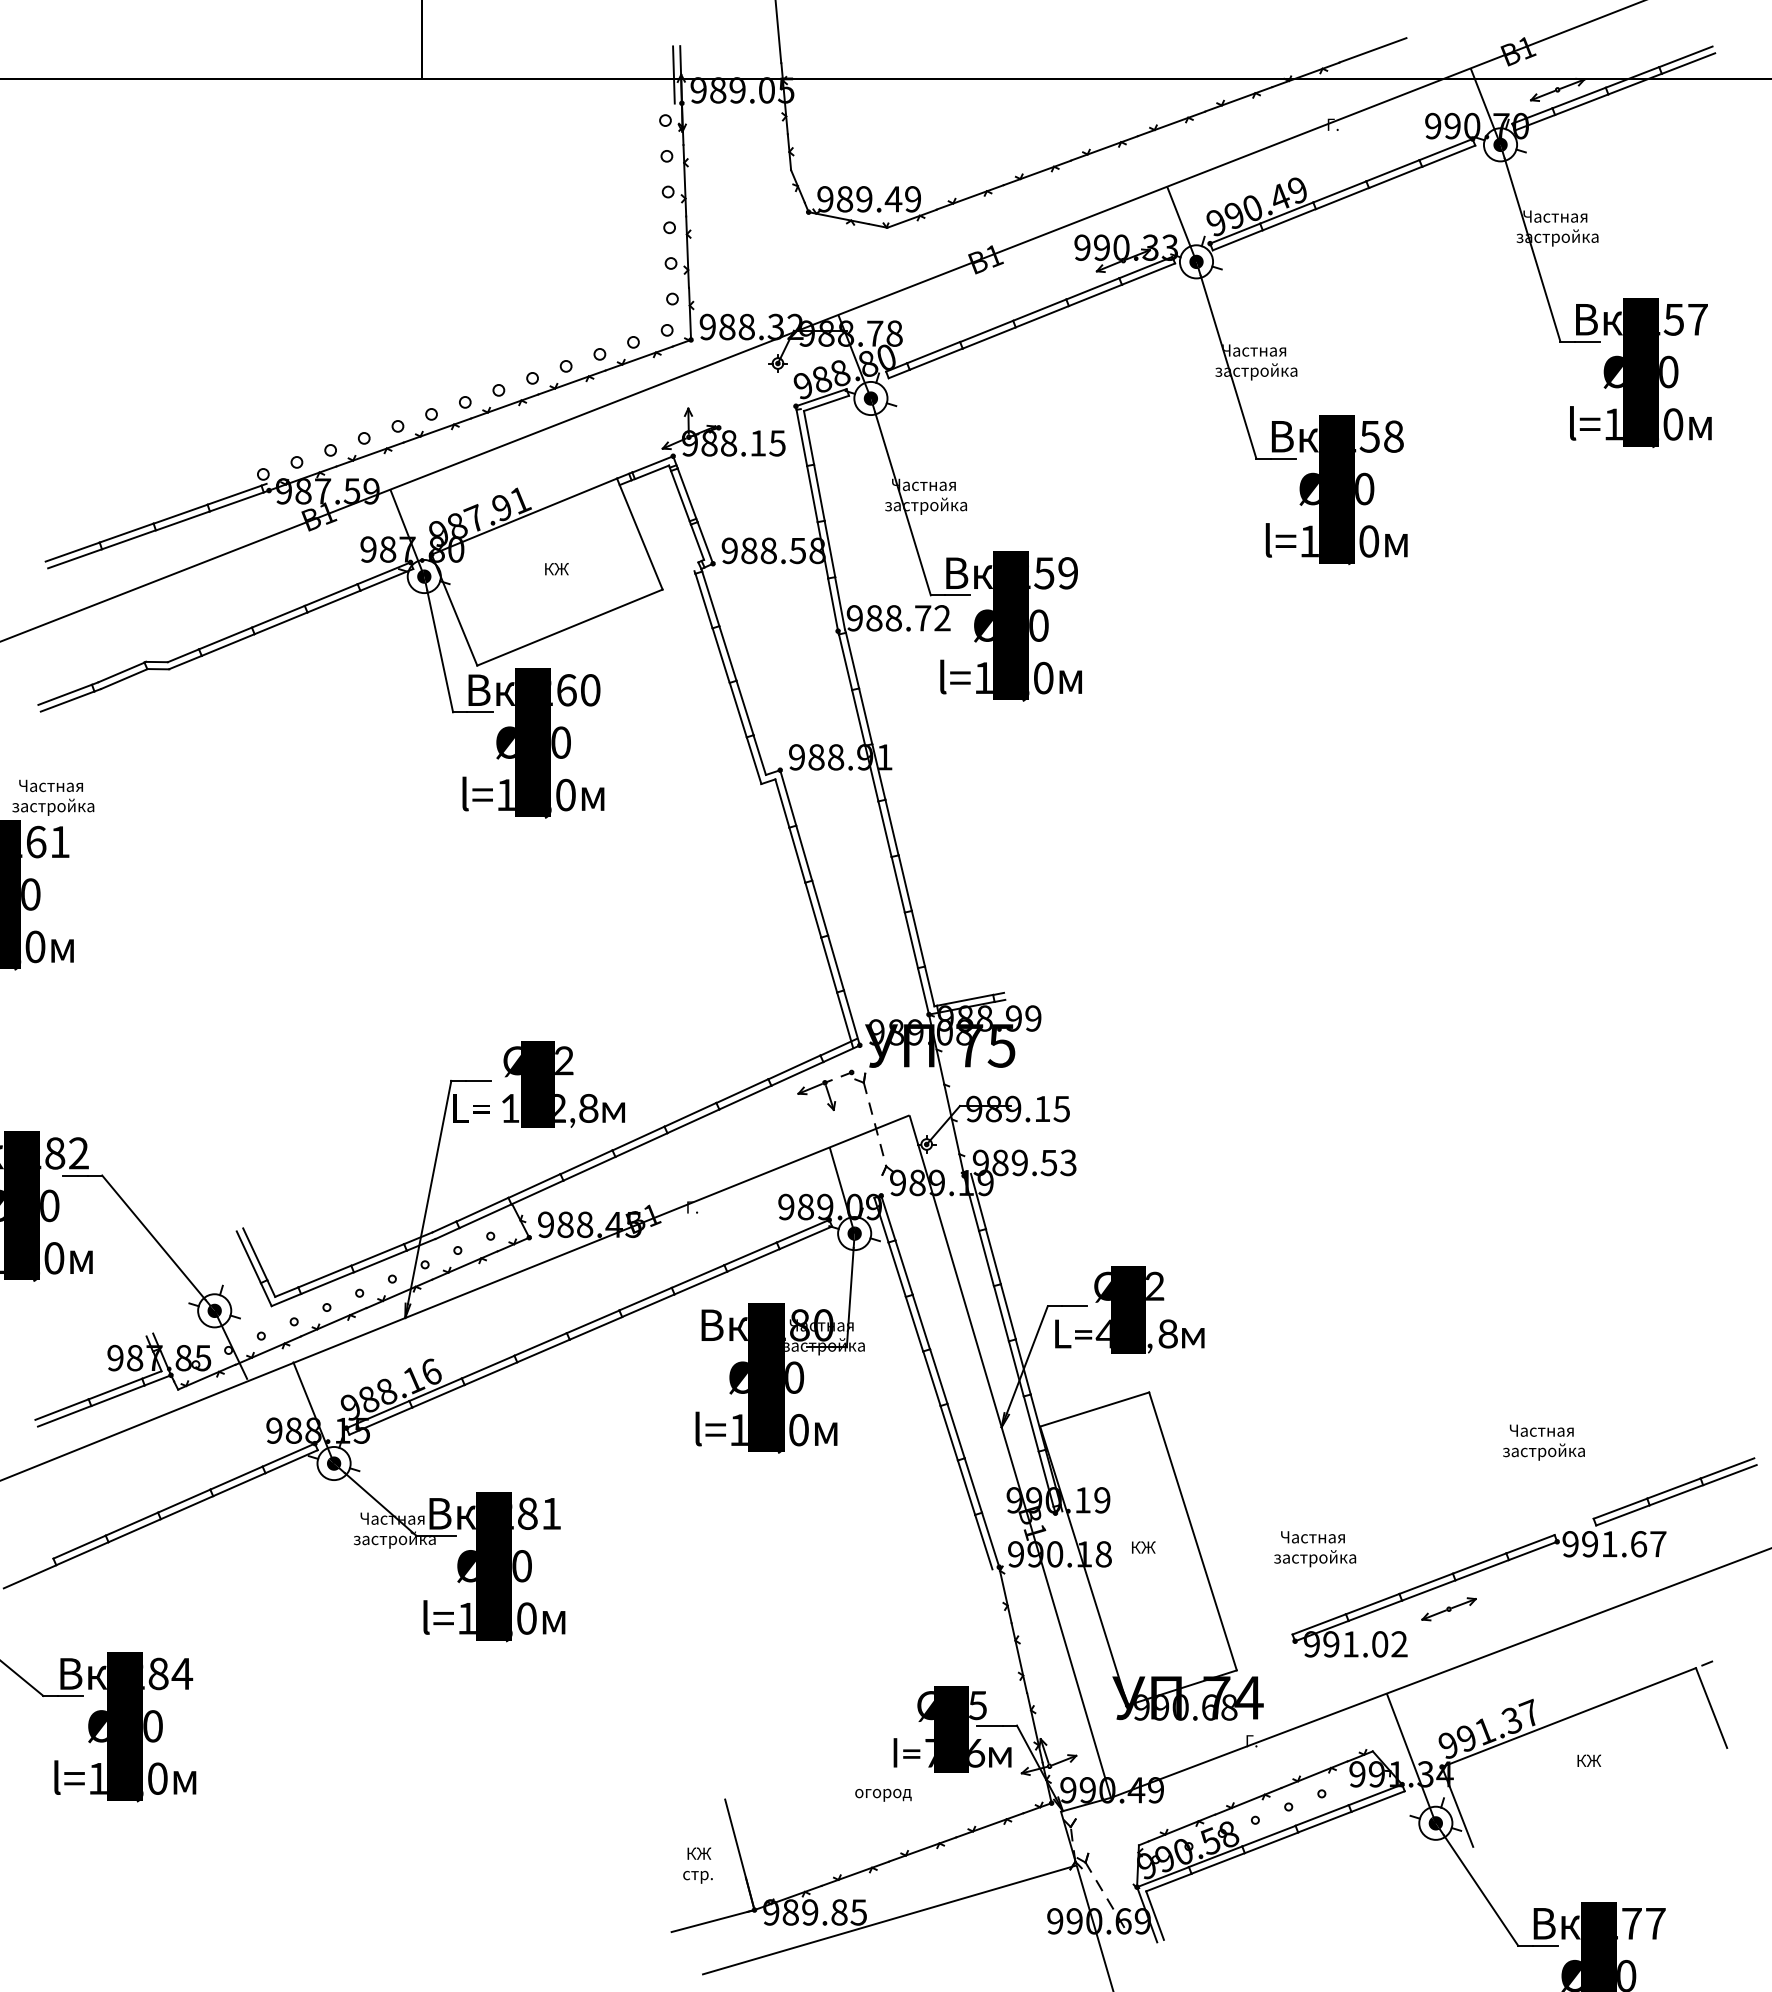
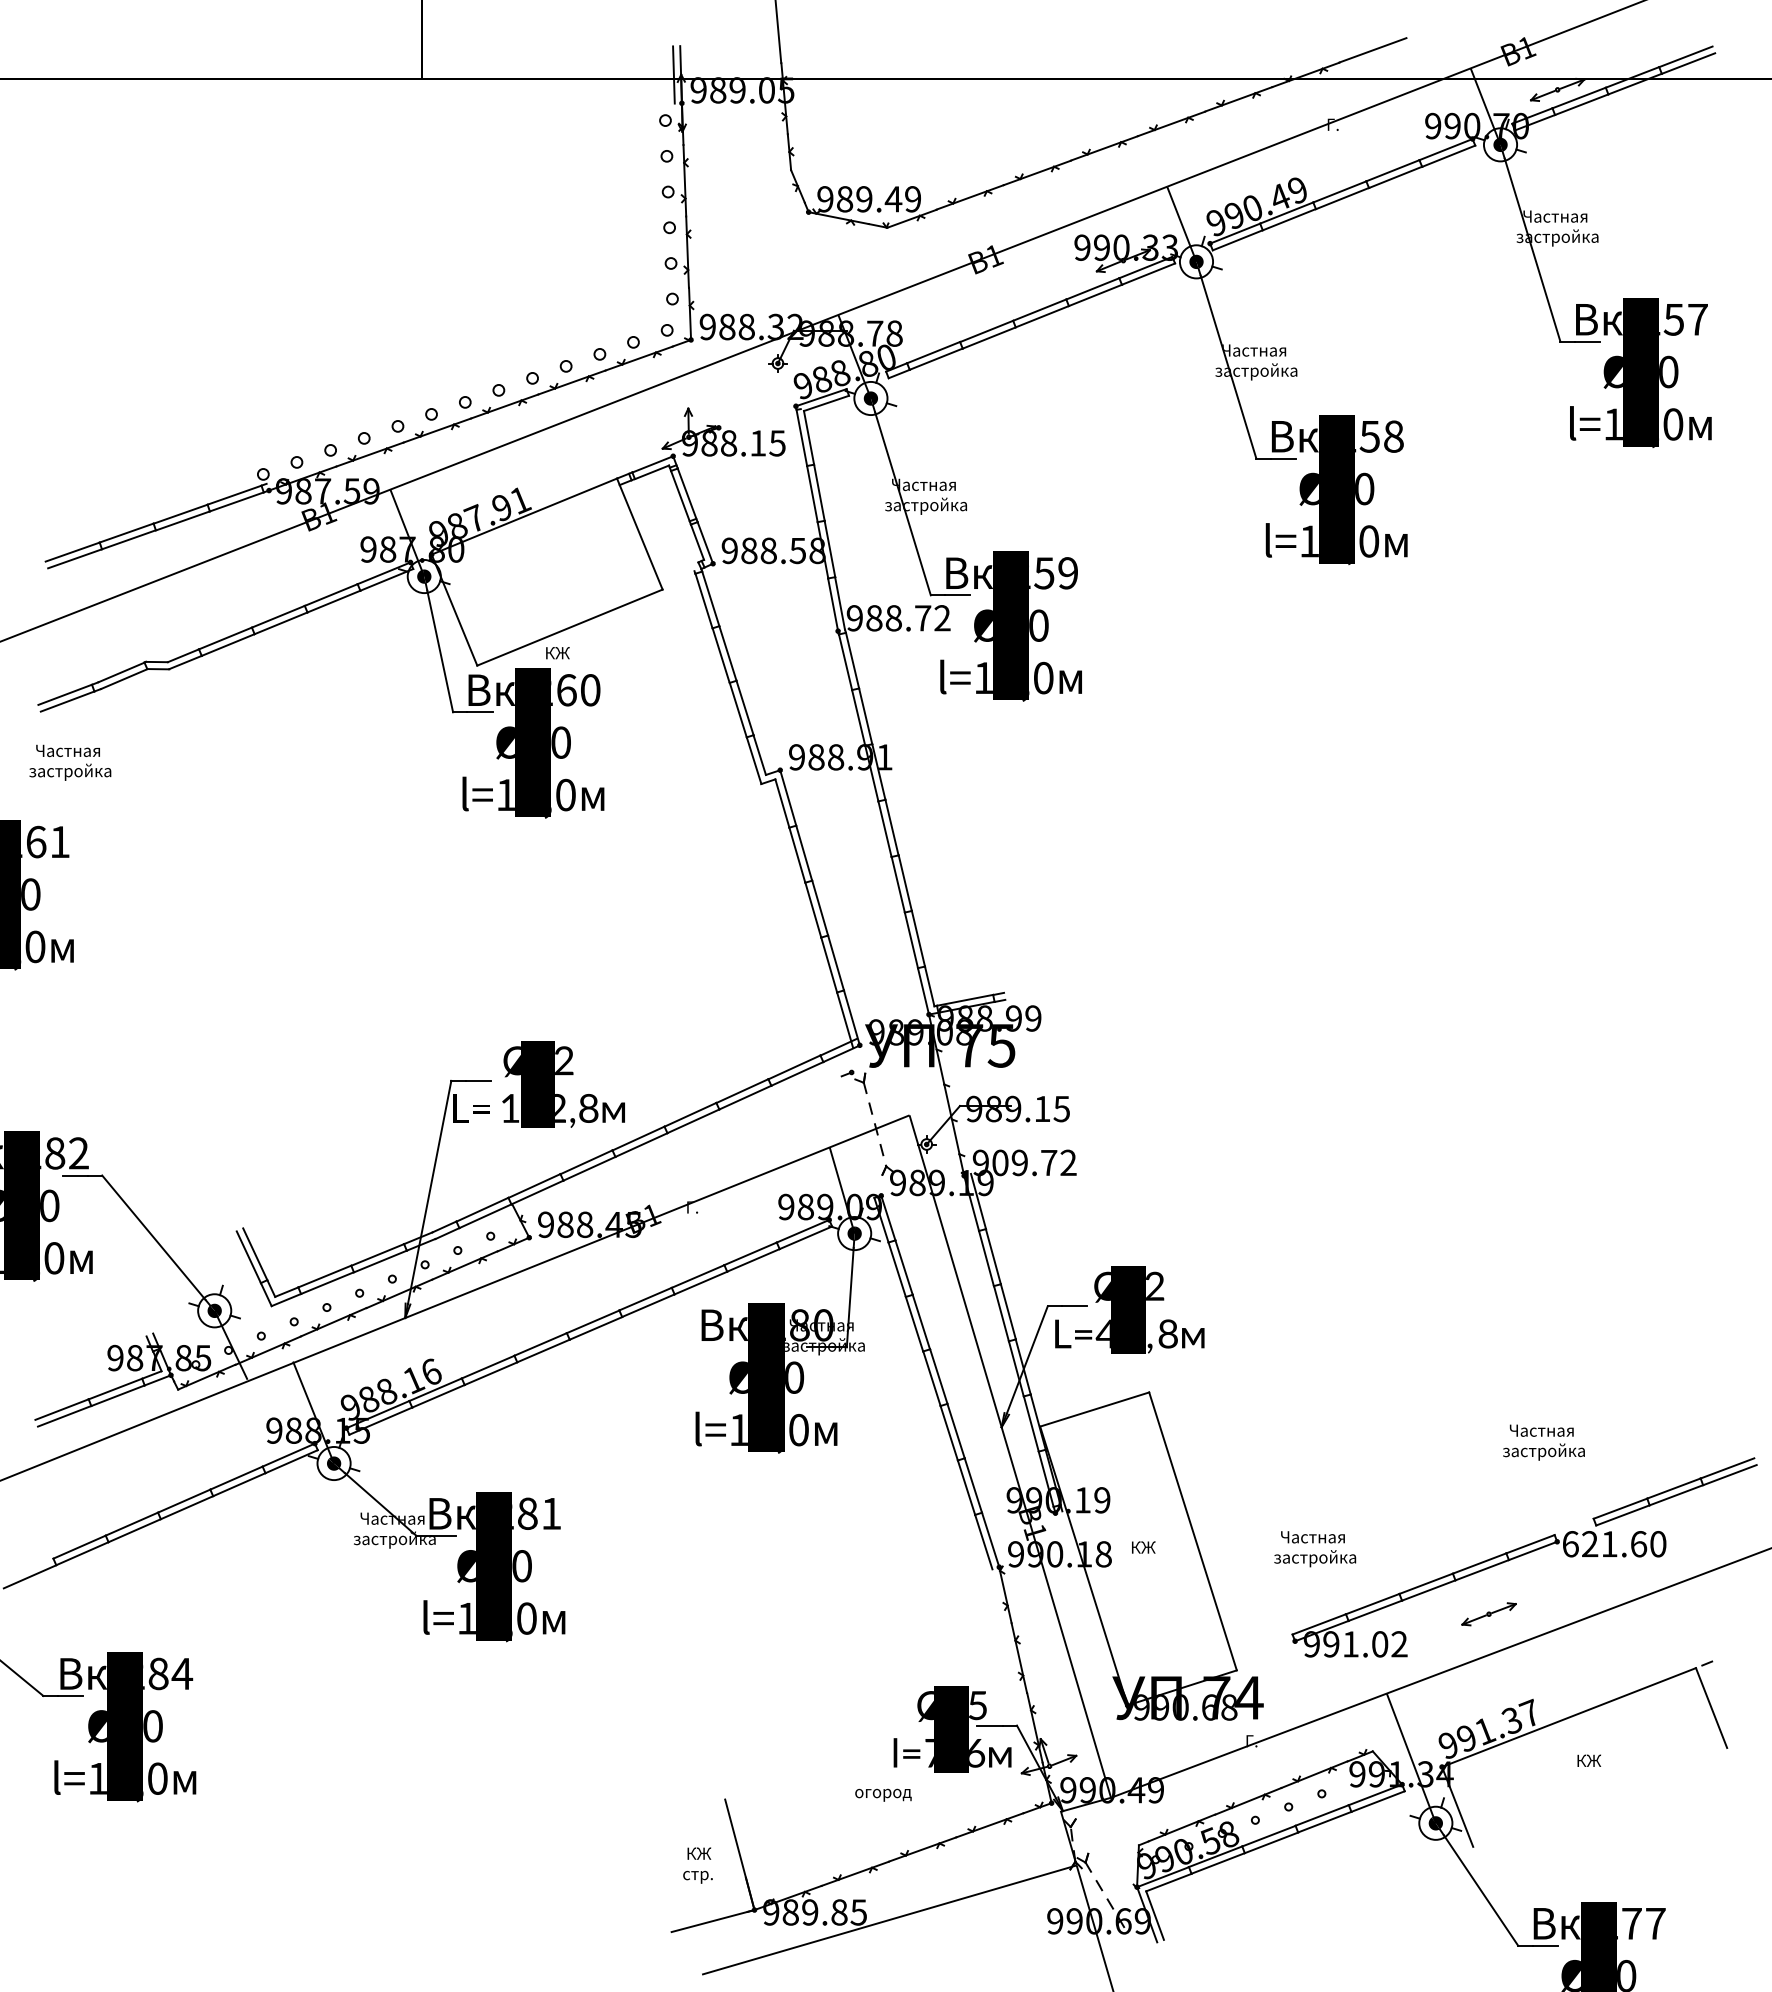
text at (556, 569) position: (556, 569) -> (557, 653)
text at (53, 797) position: (53, 797) -> (70, 762)
part at (814, 1088): present -> none
text at (1034, 1163): 989.53 -> 909.72
text at (1614, 1544): 991.67 -> 621.60
part at (1448, 1609) position: (1448, 1609) -> (1488, 1614)
